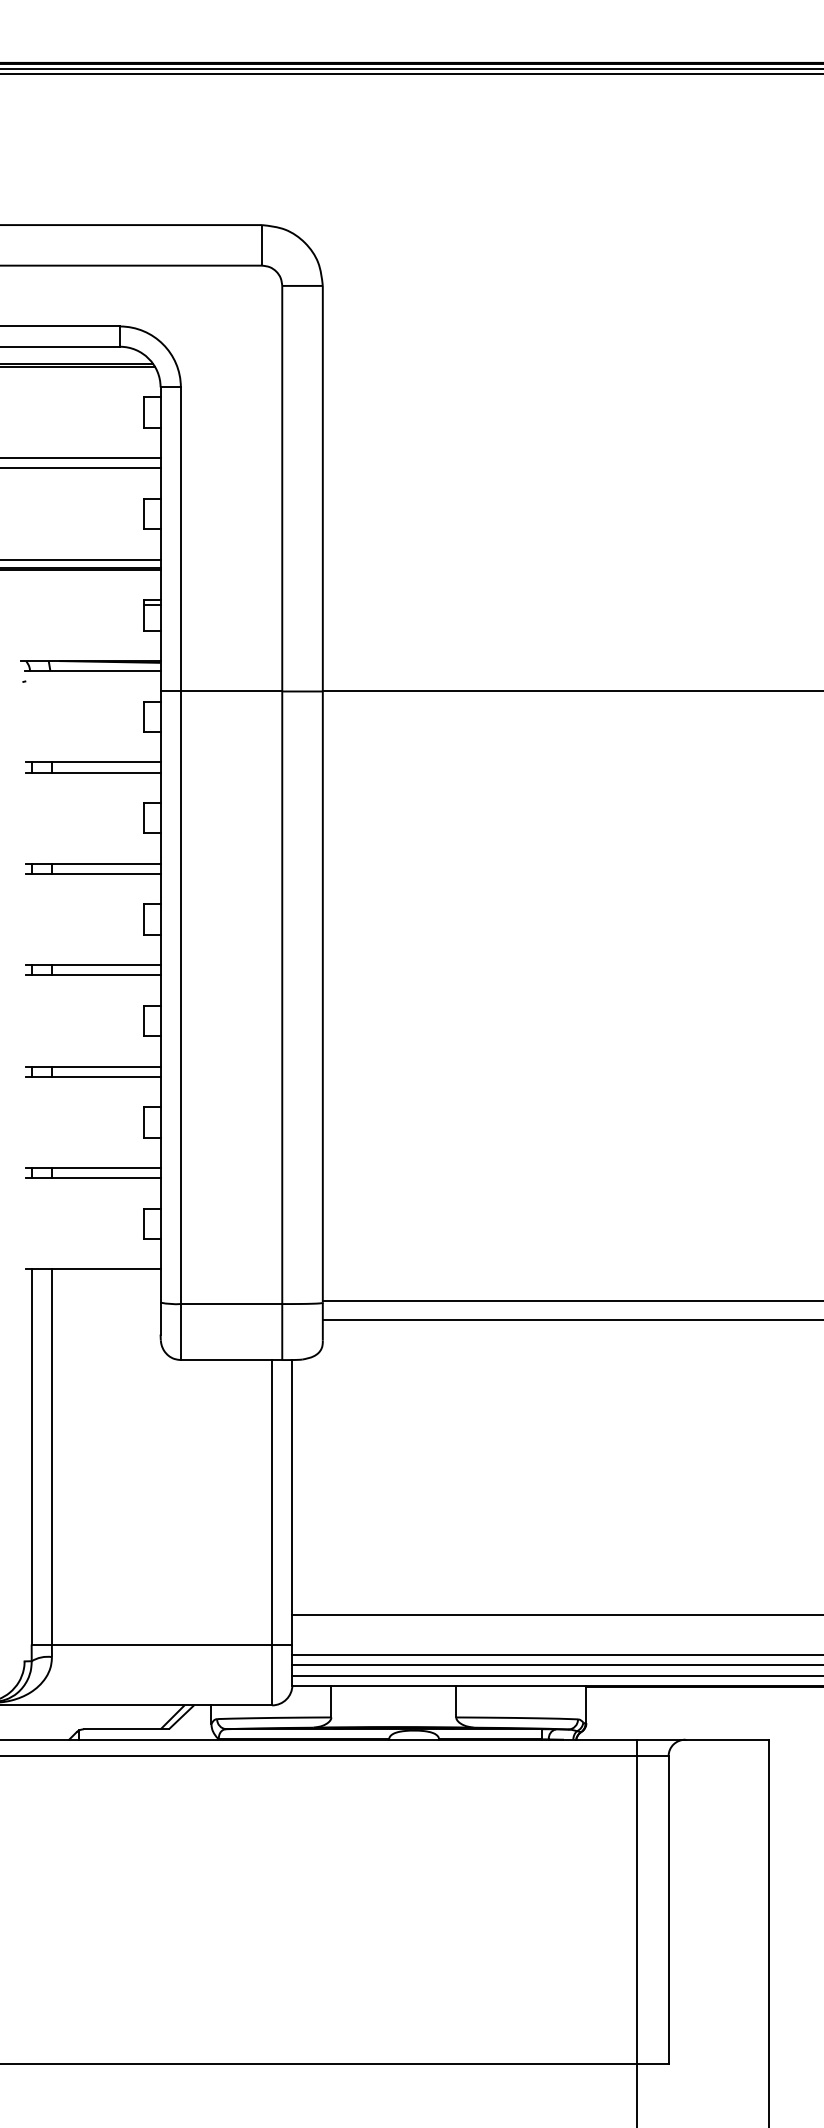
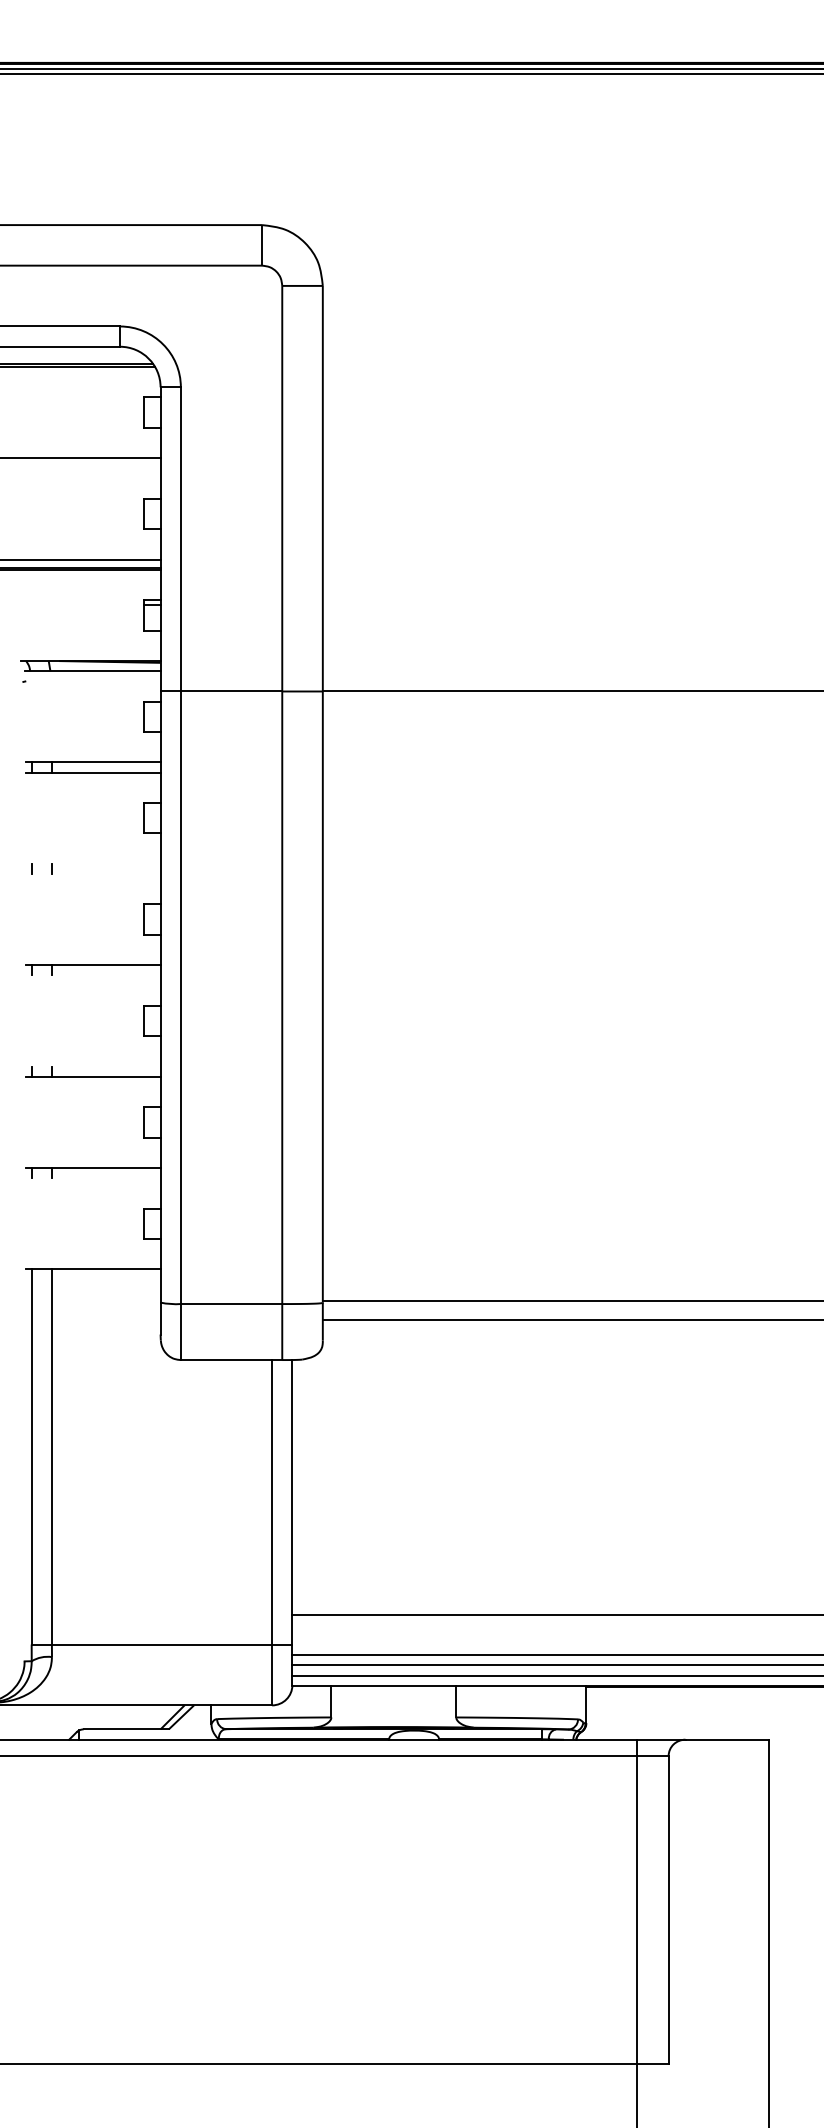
line at (81, 468): present -> none
line at (93, 863): present -> none
line at (93, 873): present -> none
line at (93, 975): present -> none
line at (93, 1066): present -> none
line at (93, 1178): present -> none
